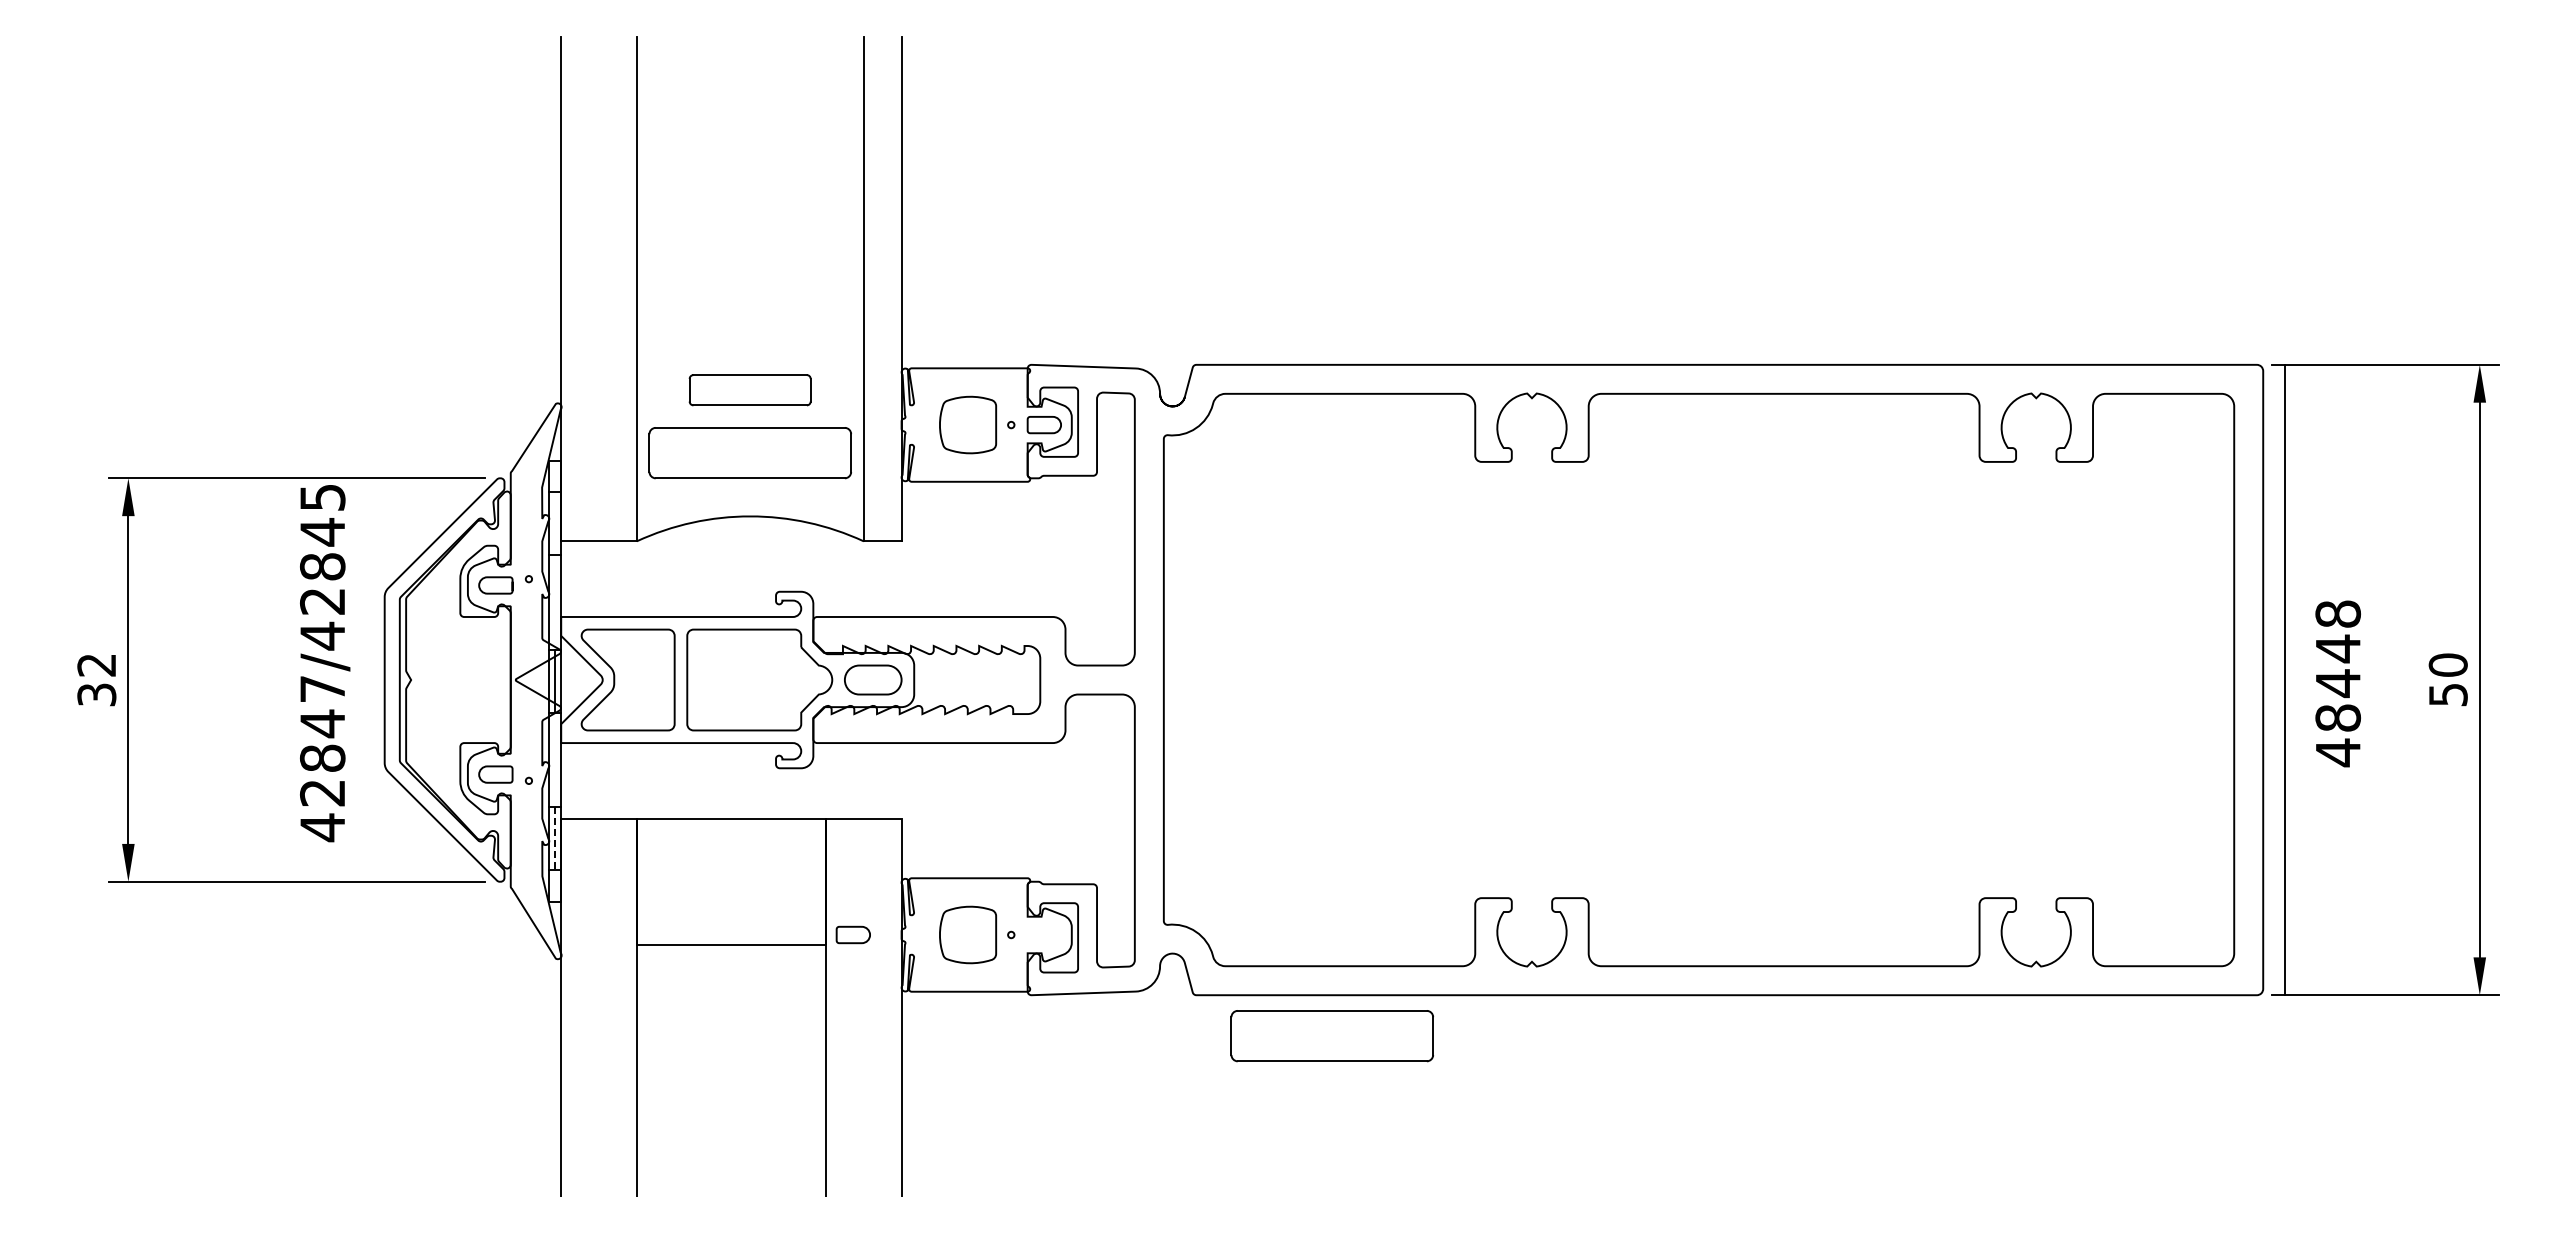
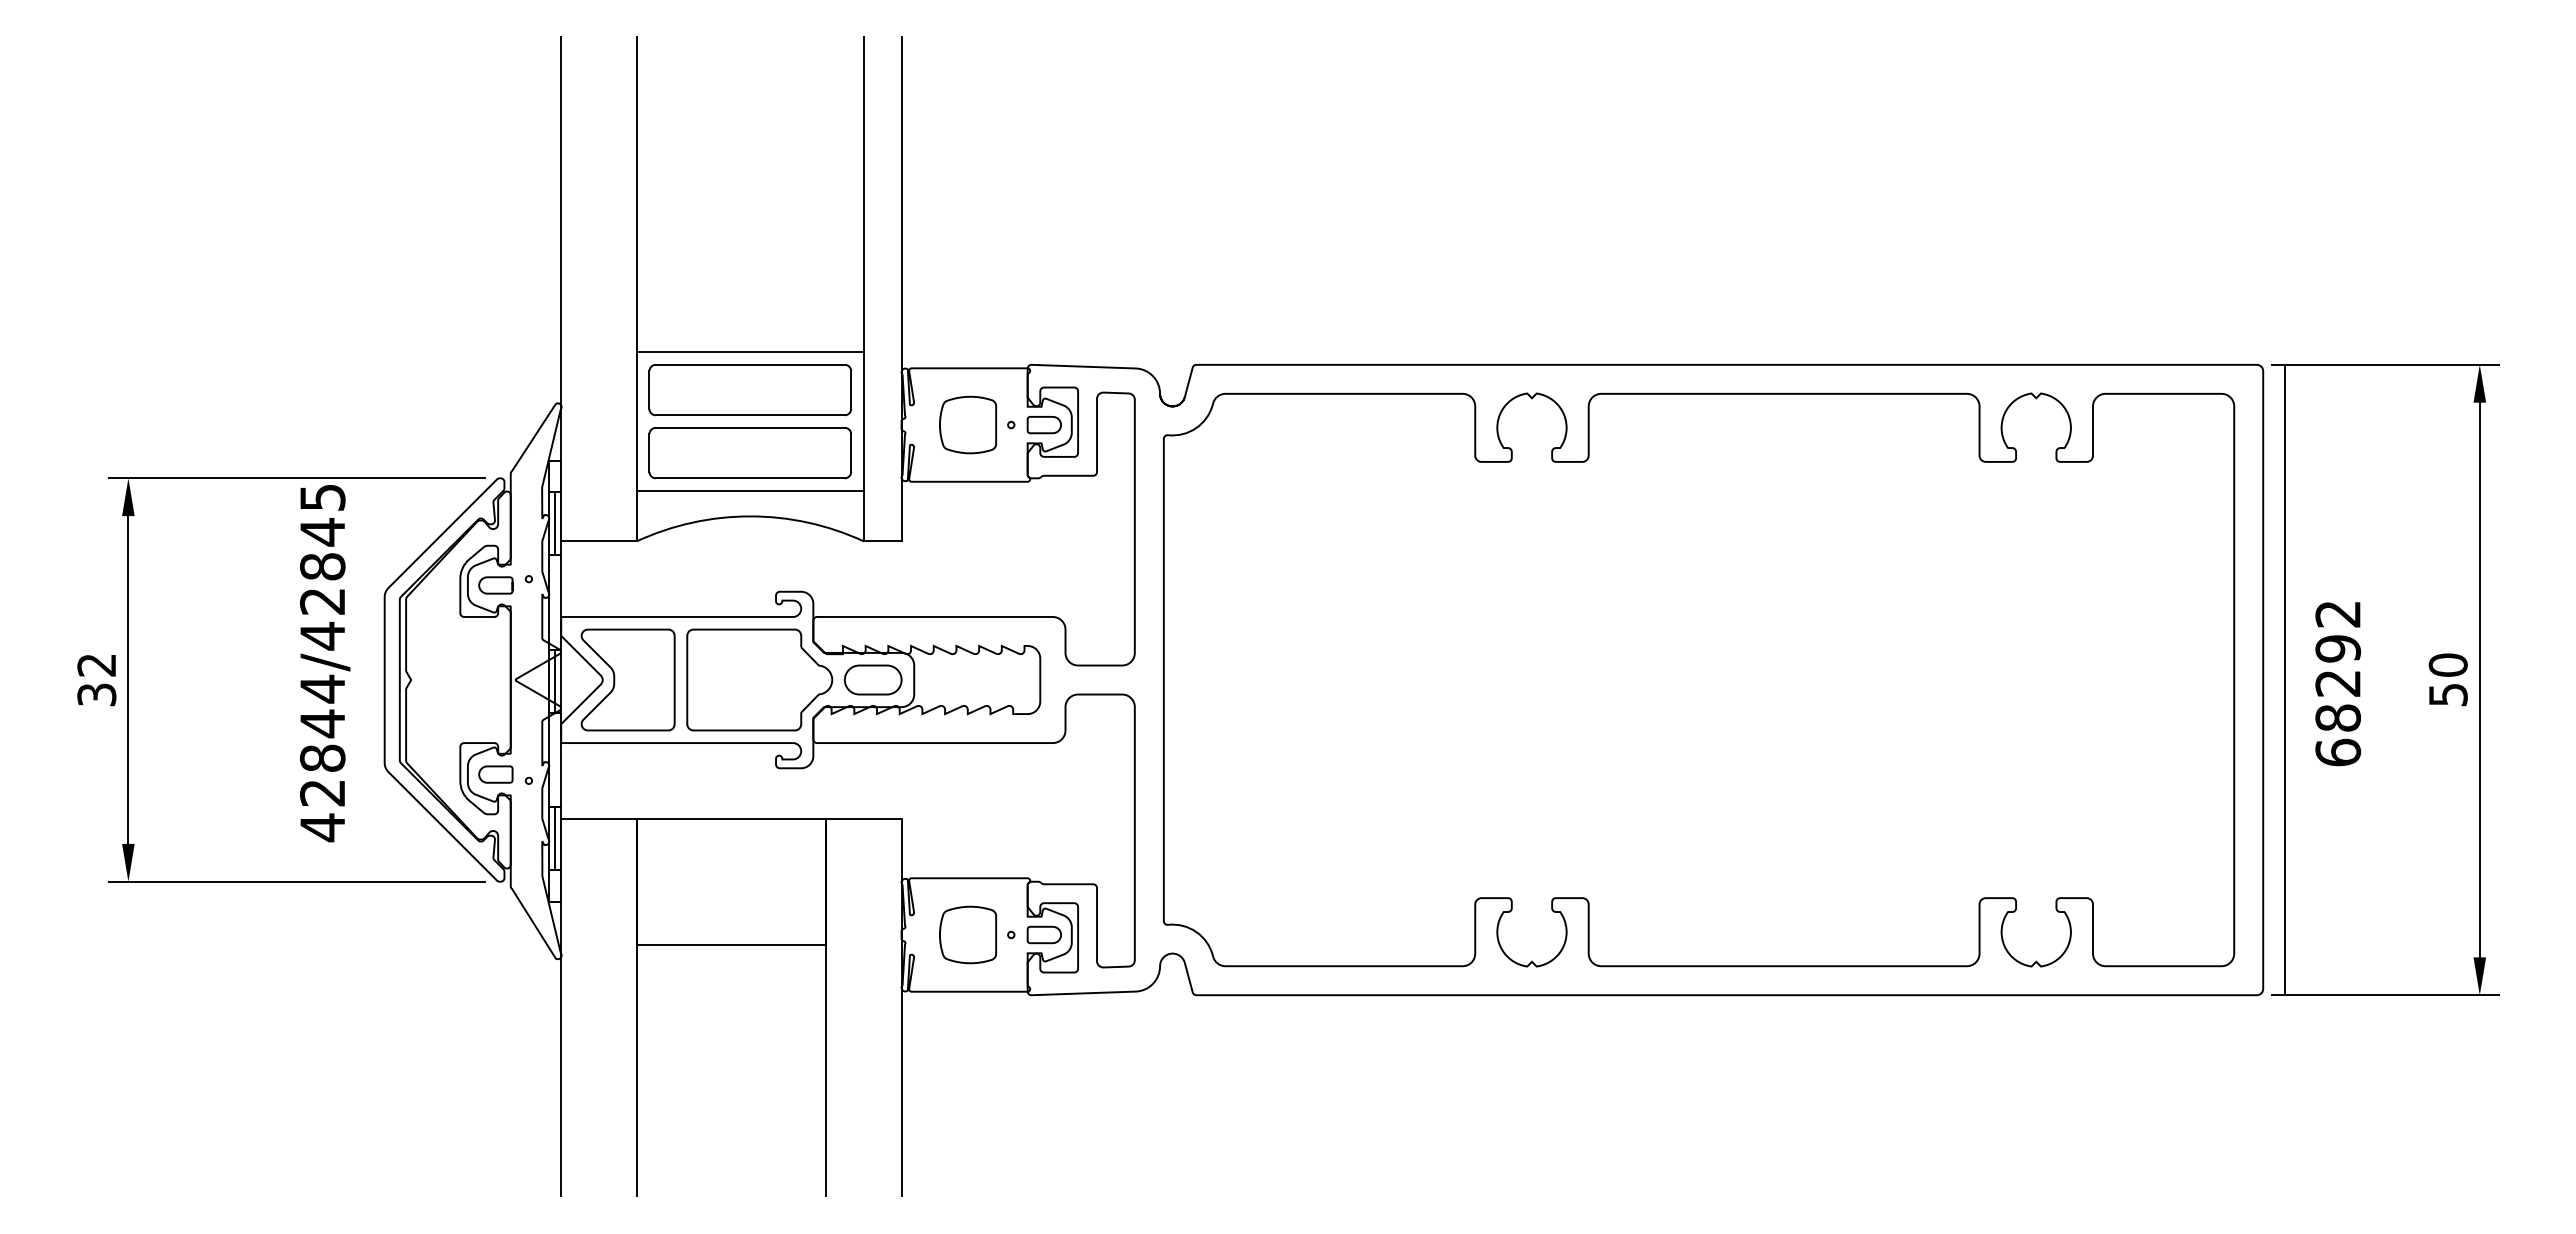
line at (749, 352): none -> present
part at (749, 390) size: 124x33 px -> 204x53 px
line at (749, 490): none -> present
line at (554, 523): none -> present
text at (2338, 683): 48448 -> 68292
text at (322, 688): 42847/42845 -> 42844/42845
line at (554, 838): dashed -> solid
part at (852, 934) position: (852, 934) -> (1043, 934)
part at (1331, 1036): present -> none
